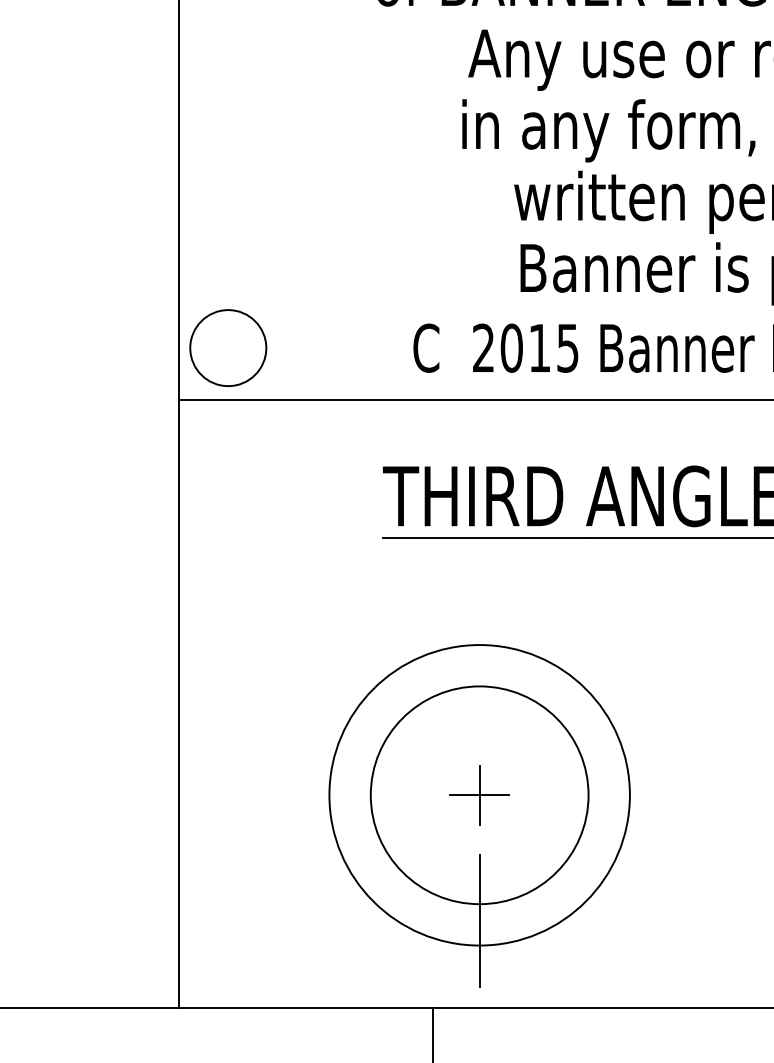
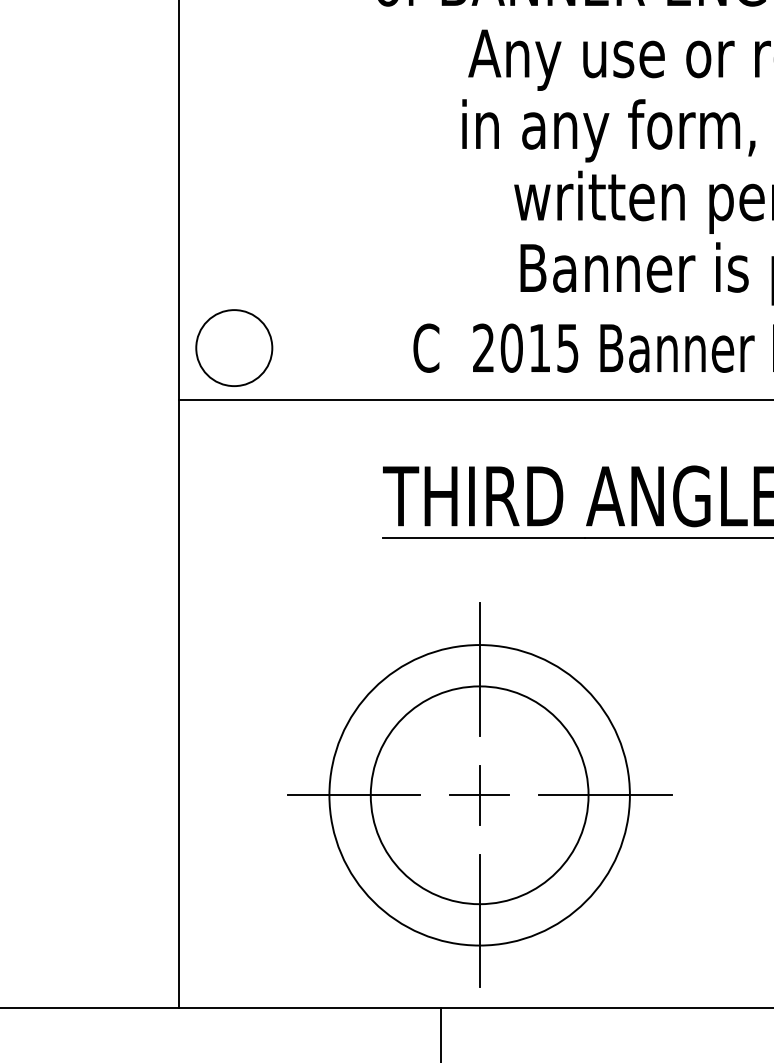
circle at (228, 347) position: (228, 347) -> (234, 347)
line at (479, 669): none -> present
line at (353, 795): none -> present
line at (605, 795): none -> present
line at (433, 1033) position: (433, 1033) -> (441, 1033)
